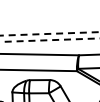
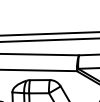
line at (49, 33): dashed -> solid
line at (50, 40): dashed -> solid
